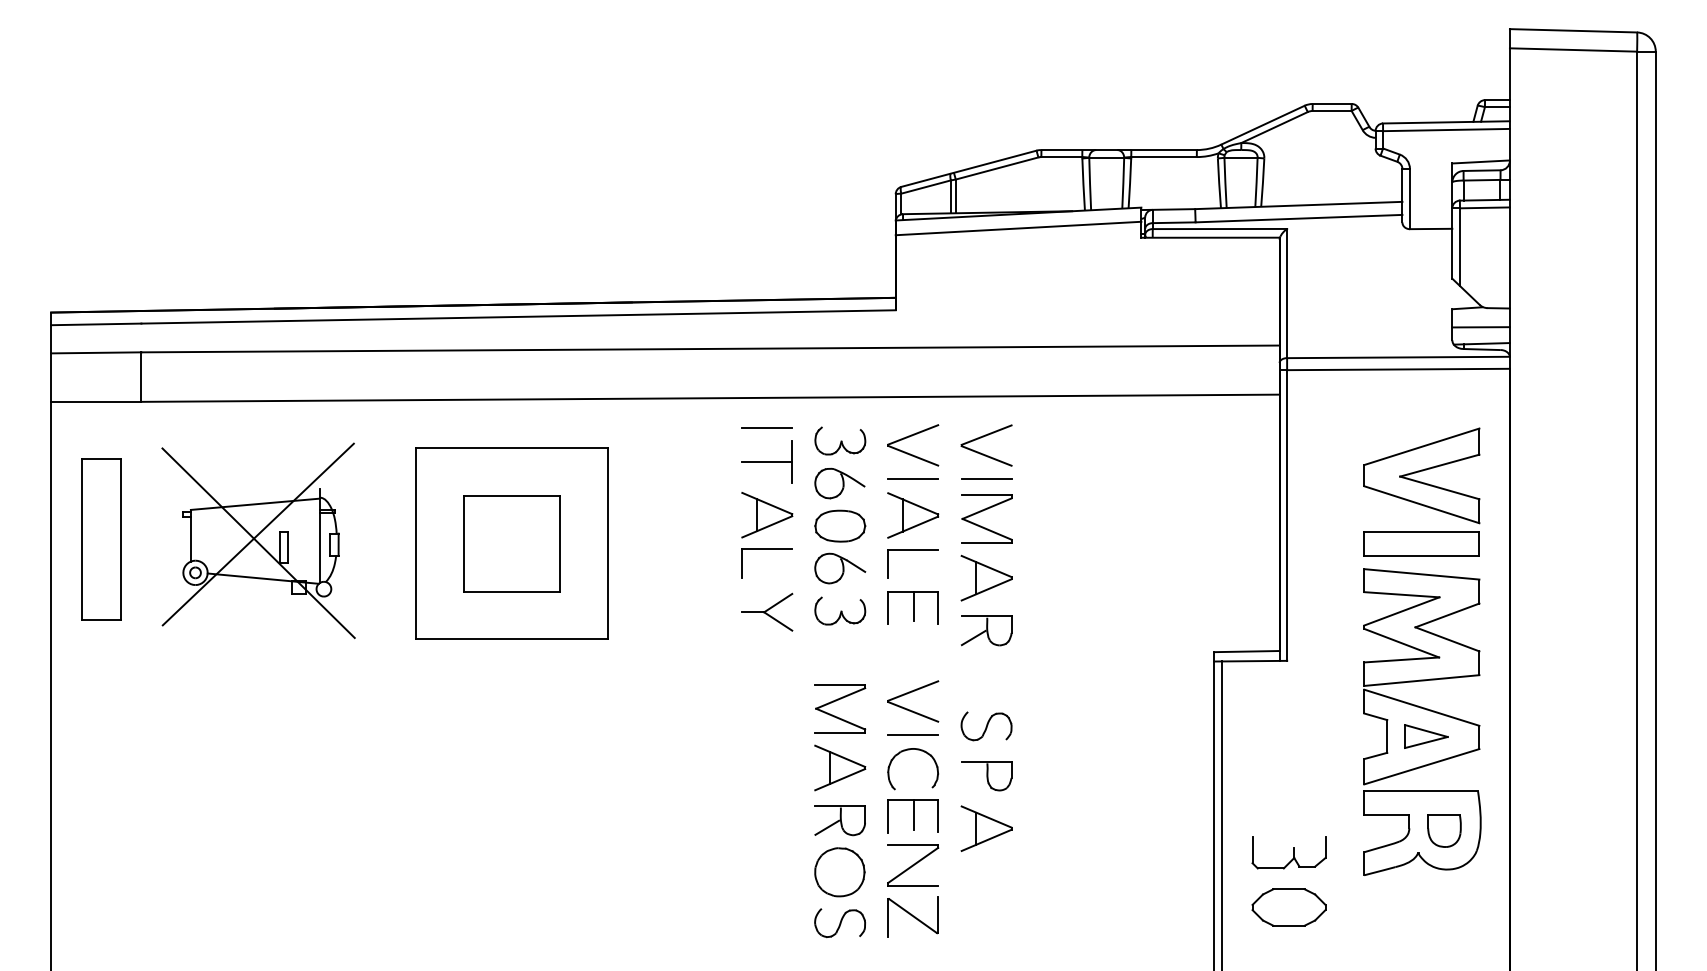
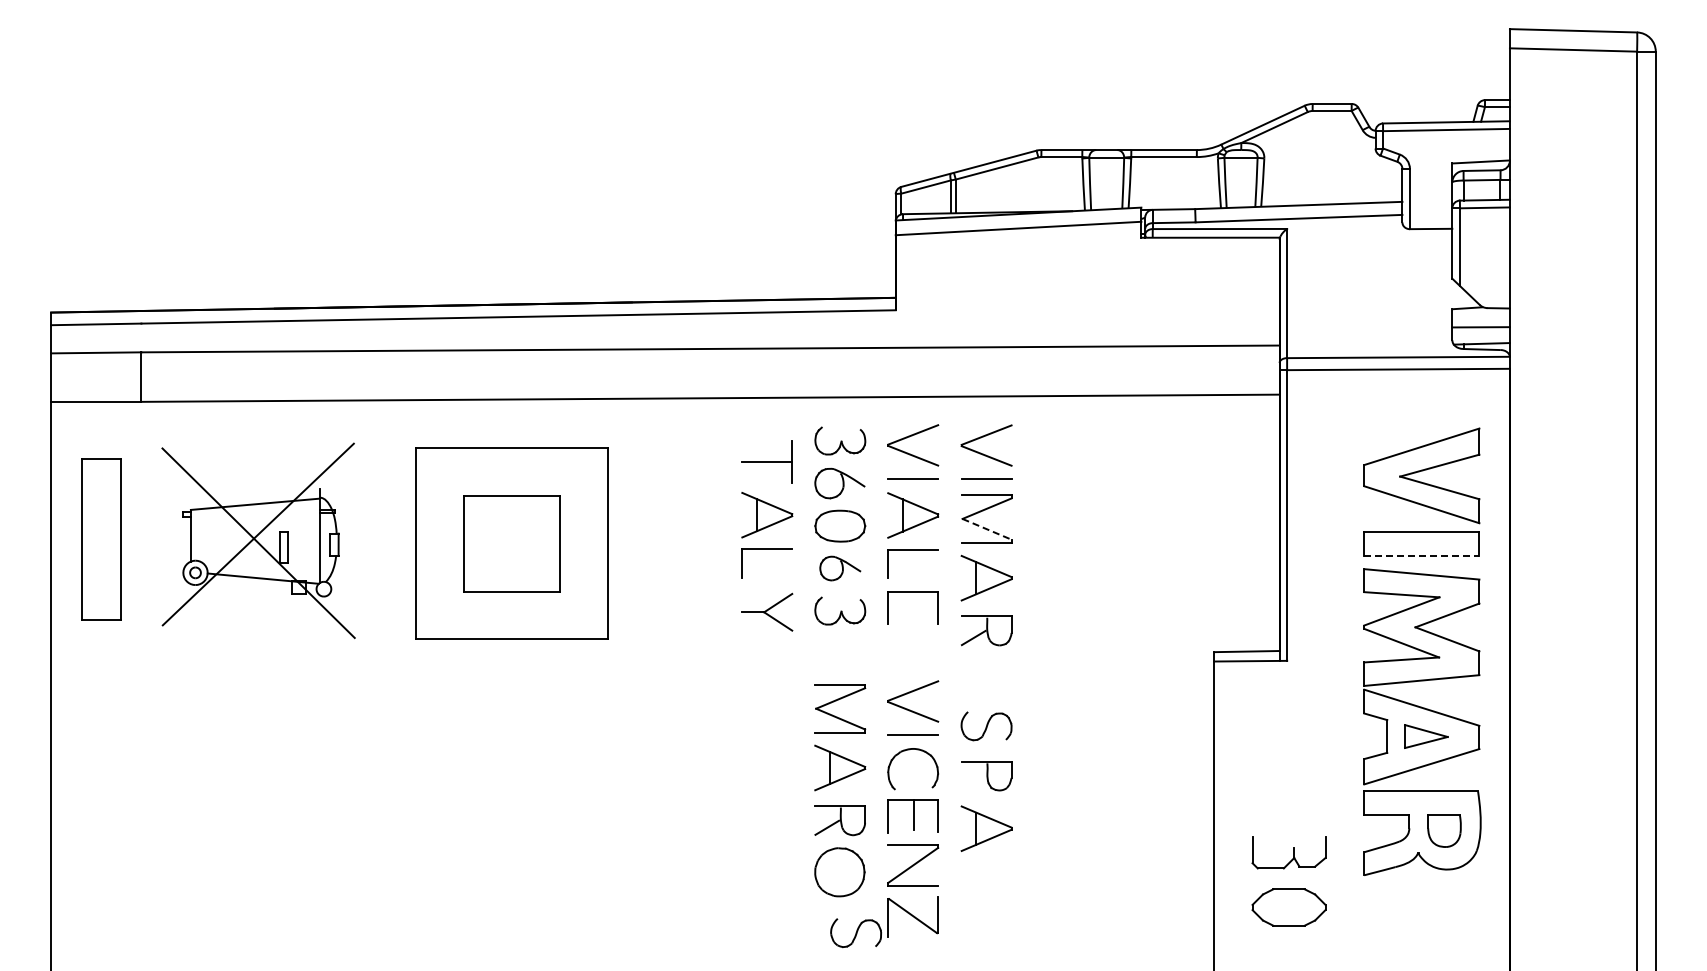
line at (767, 428): present -> none
line at (987, 529): solid -> dashed
line at (1421, 556): solid -> dashed
part at (840, 568) size: 53x33 px -> 43x27 px
line at (914, 606): present -> none
line at (1221, 814): present -> none
part at (839, 923) position: (839, 923) -> (855, 933)
